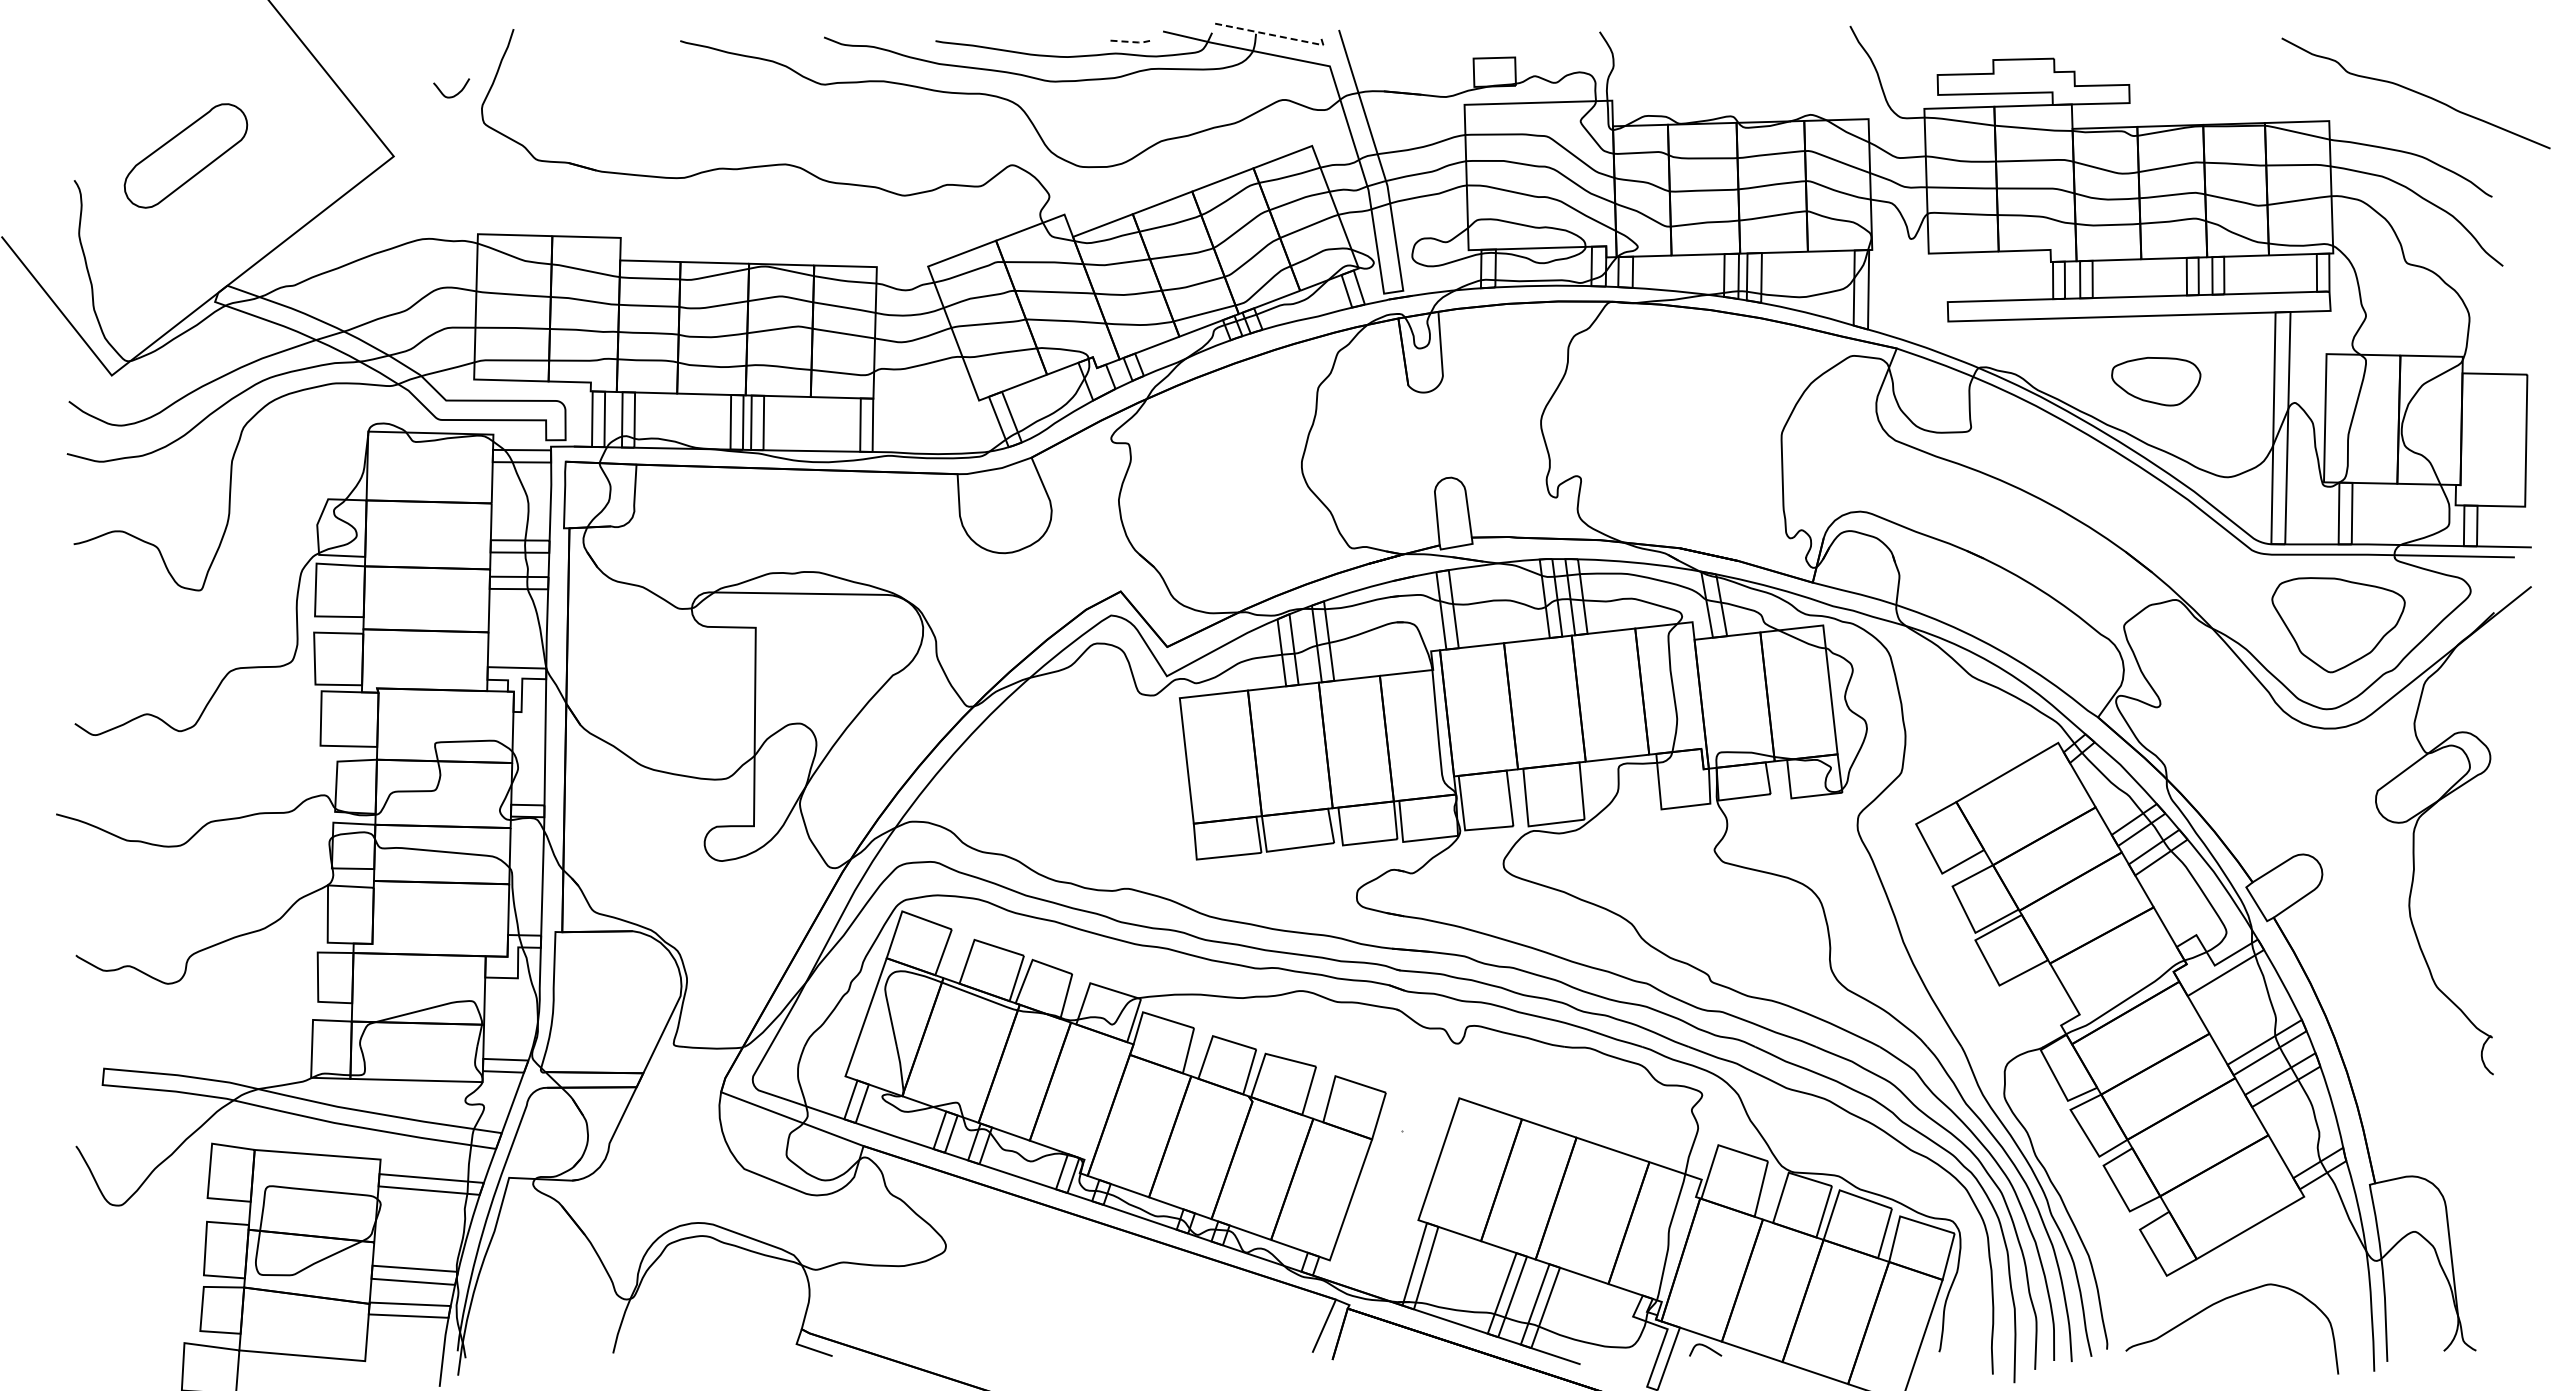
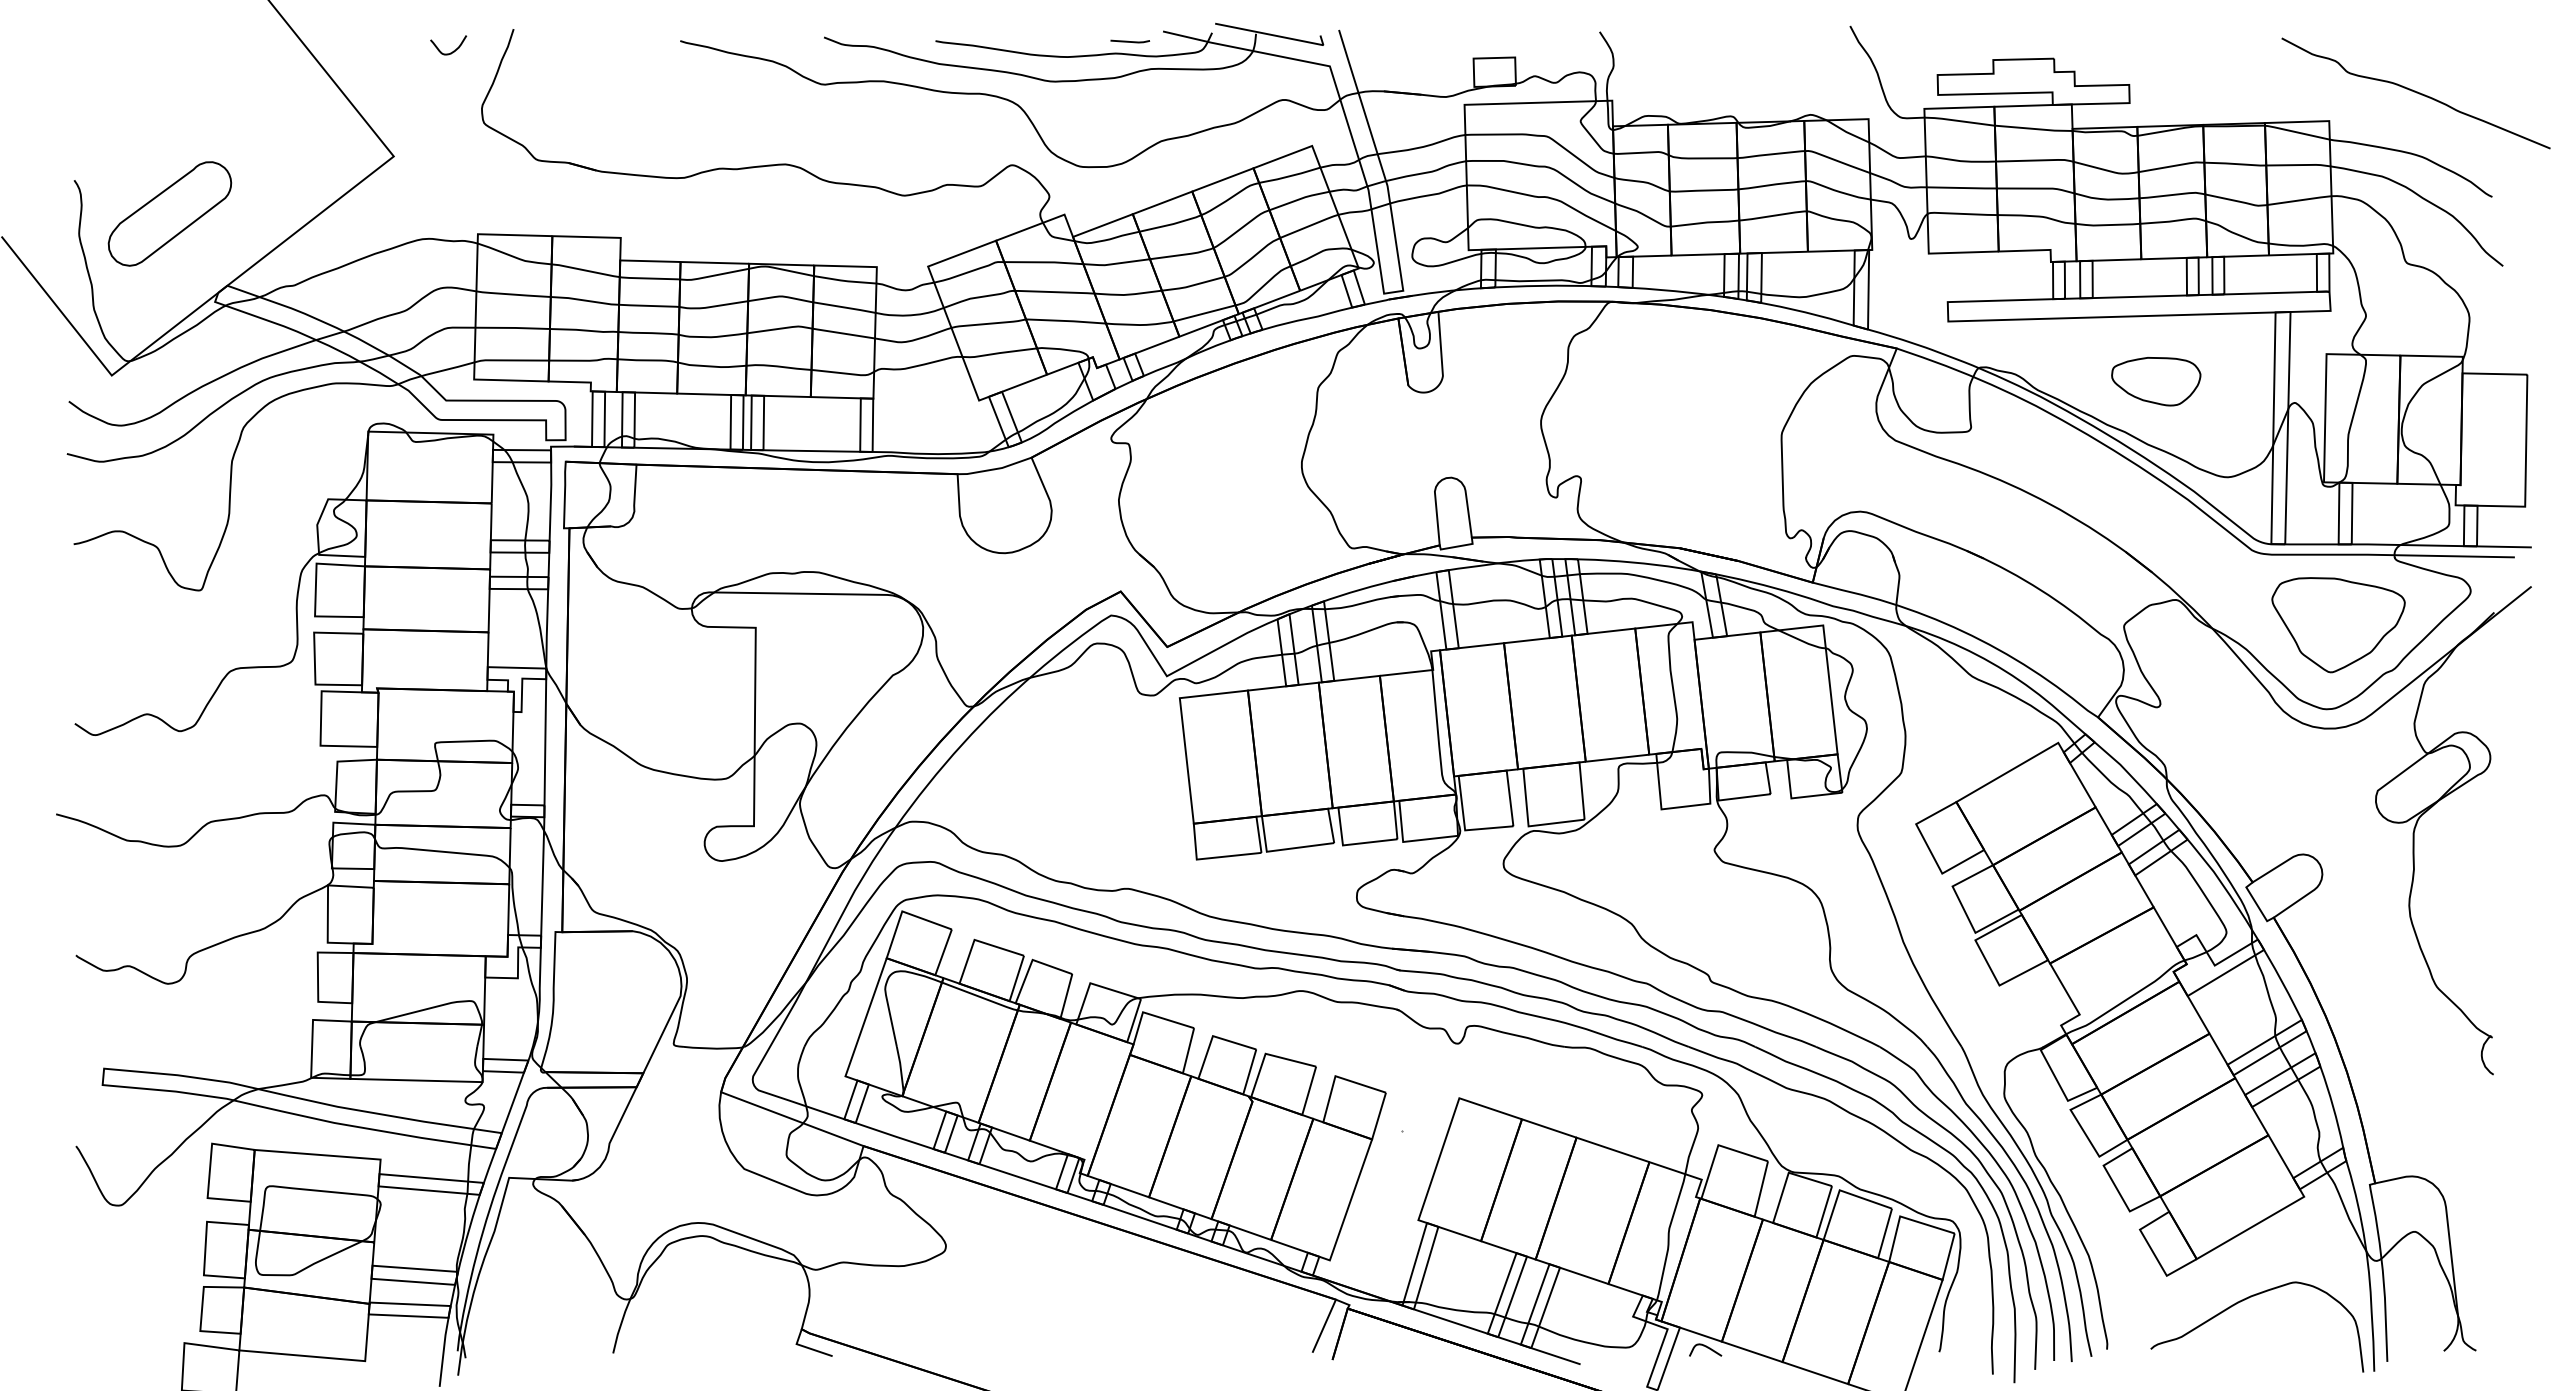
line at (1275, 35): dashed -> solid
line at (1131, 42): dashed -> solid
curve at (456, 93) position: (456, 93) -> (453, 50)
part at (185, 155) position: (185, 155) -> (169, 213)
curve at (2222, 1301) position: (2222, 1301) -> (2247, 1299)
